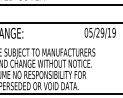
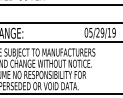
line at (60, 42): none -> present
